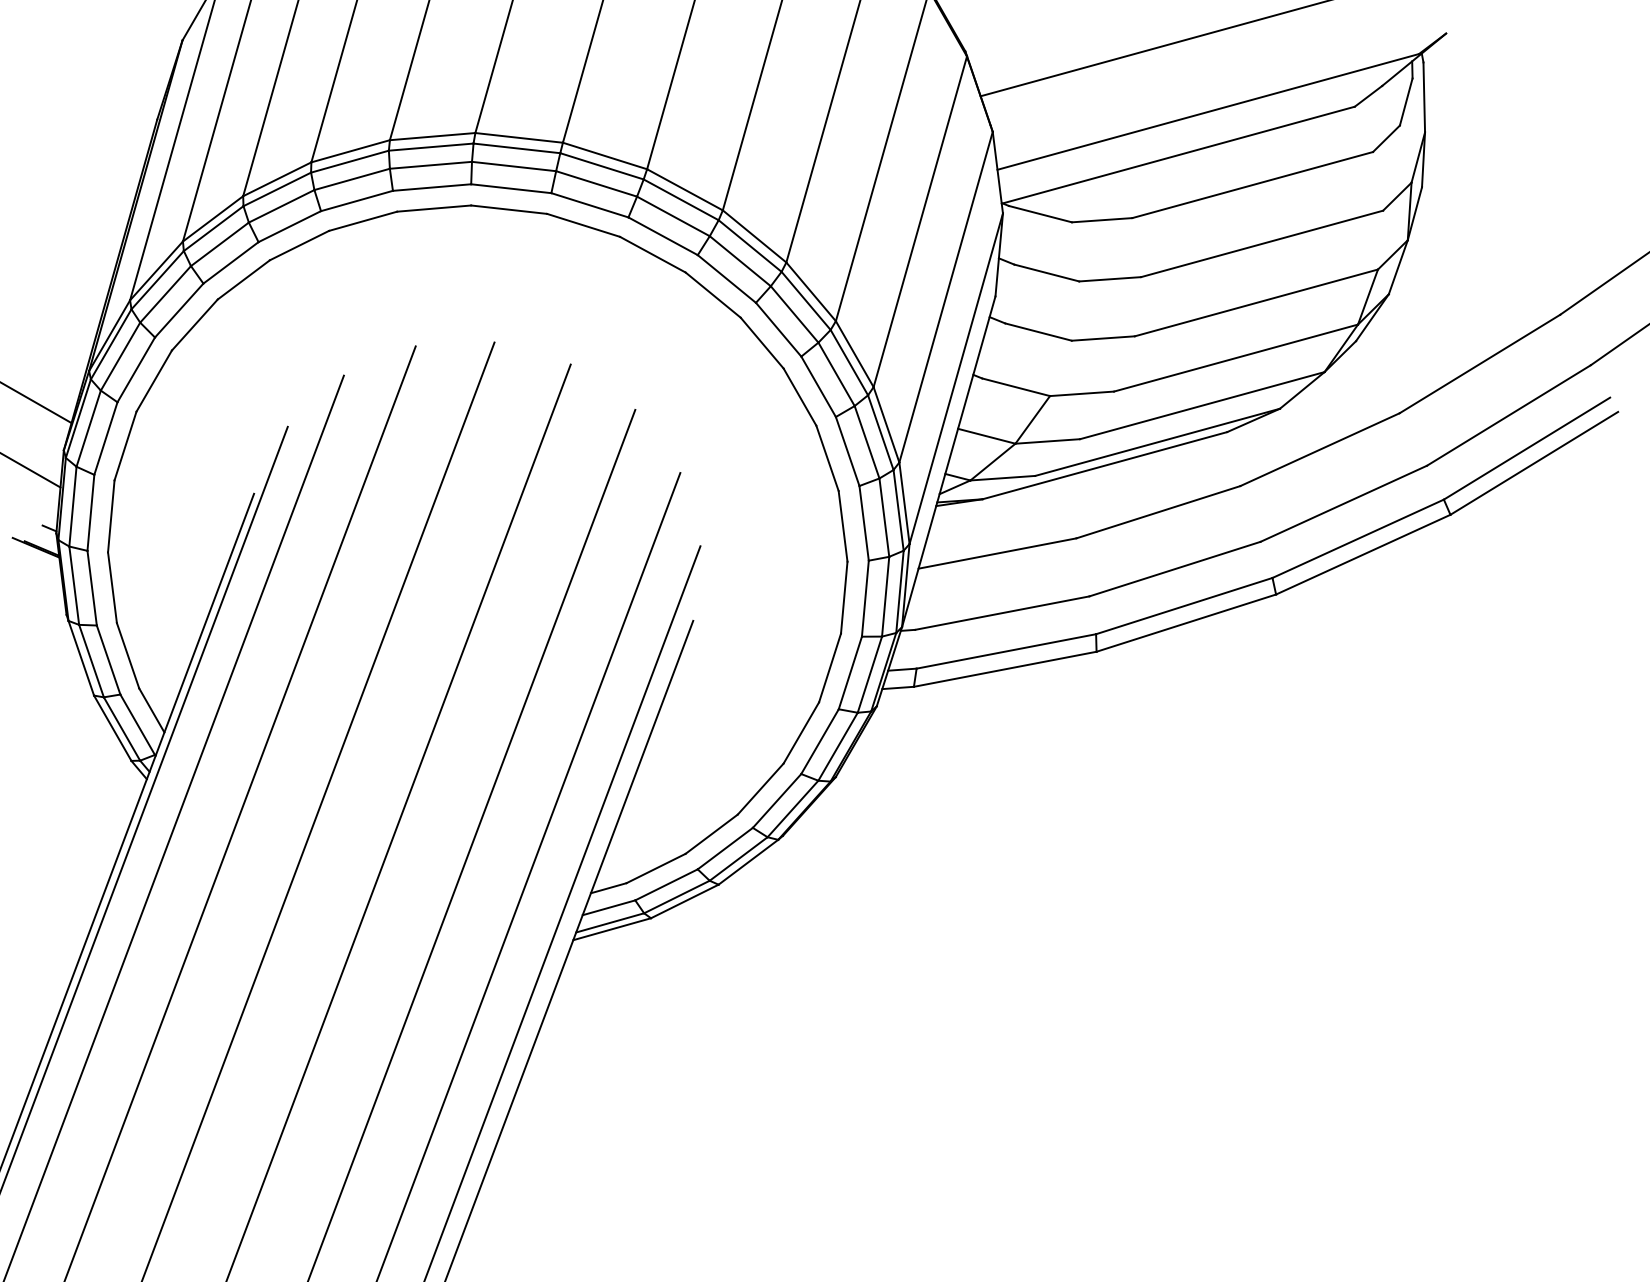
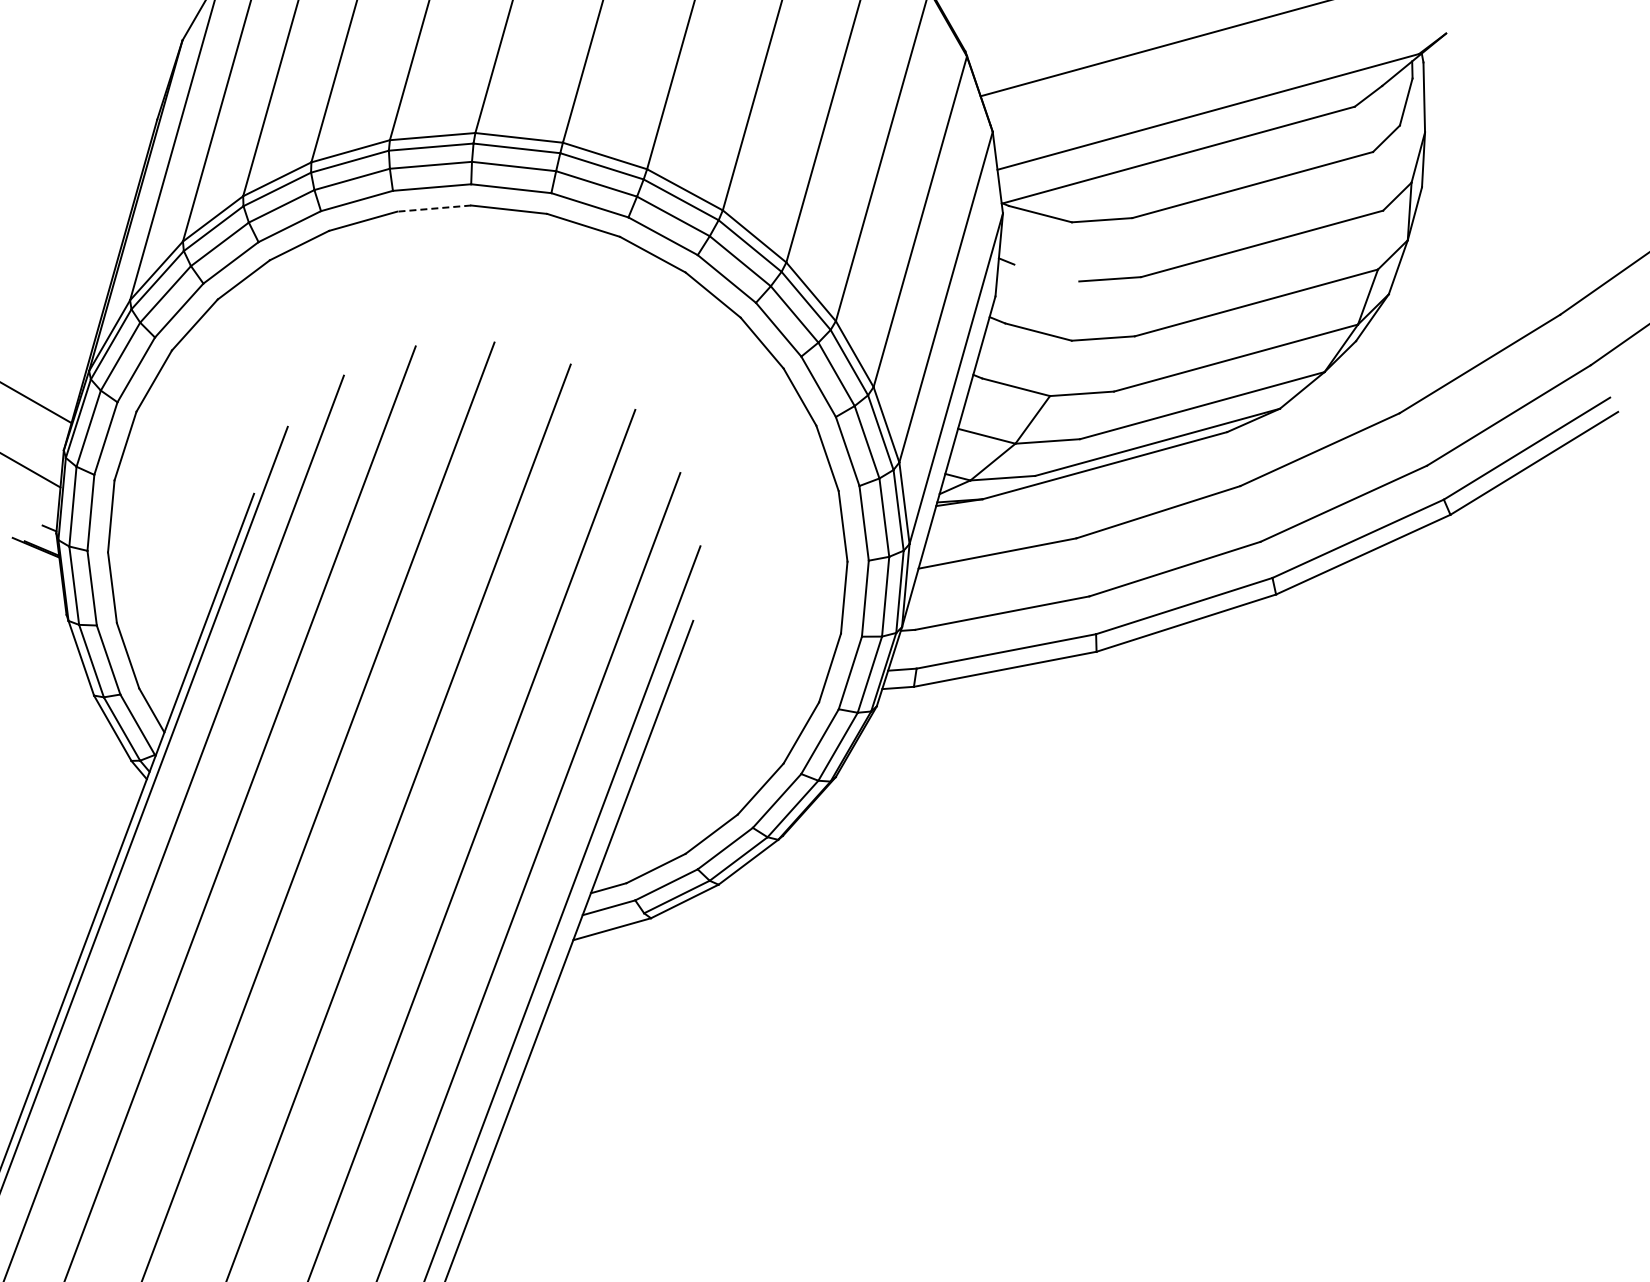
line at (433, 208): solid -> dashed
line at (1046, 272): present -> none
line at (610, 922): present -> none
